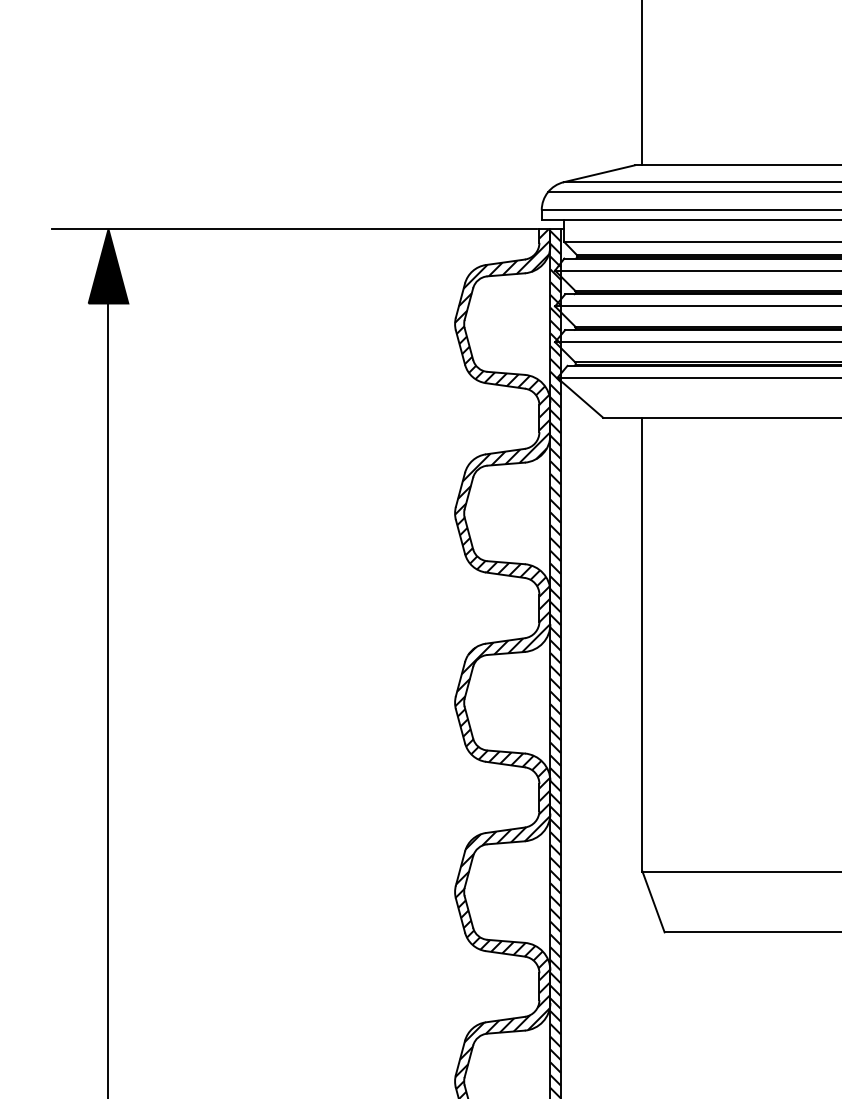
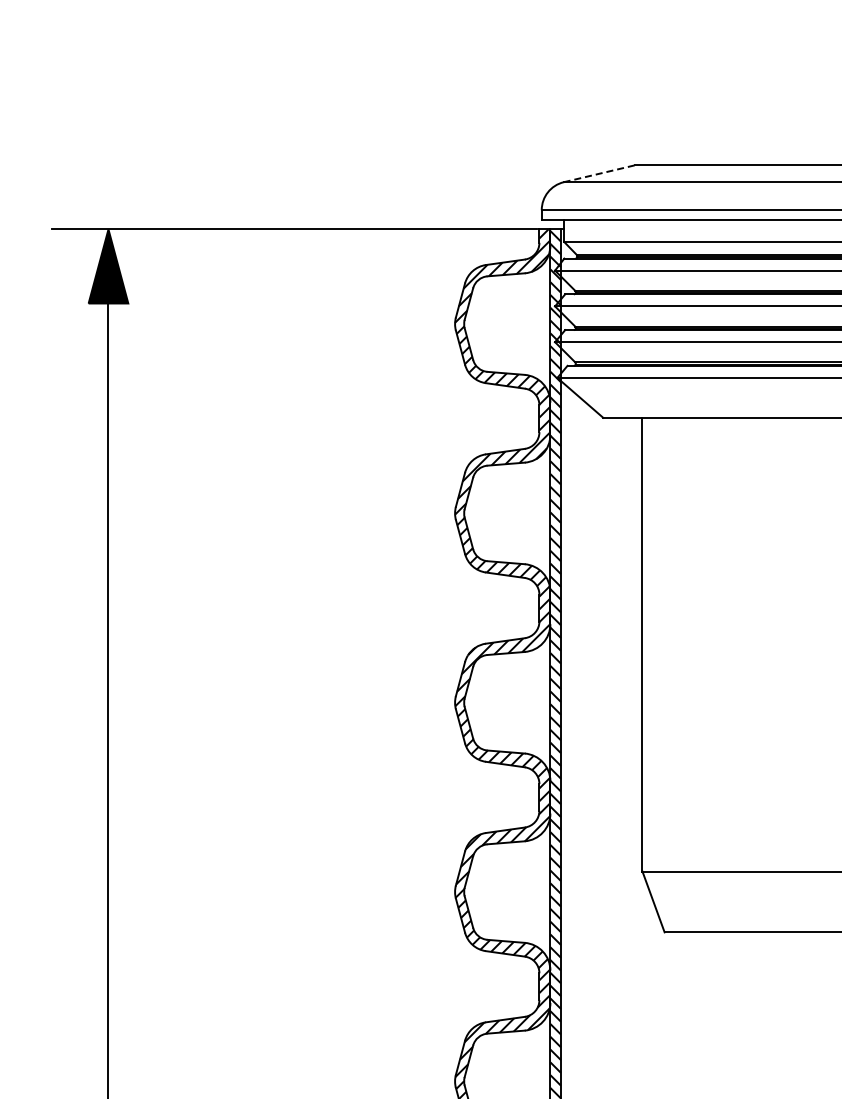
line at (642, 83): present -> none
line at (598, 173): solid -> dashed
line at (692, 192): present -> none
